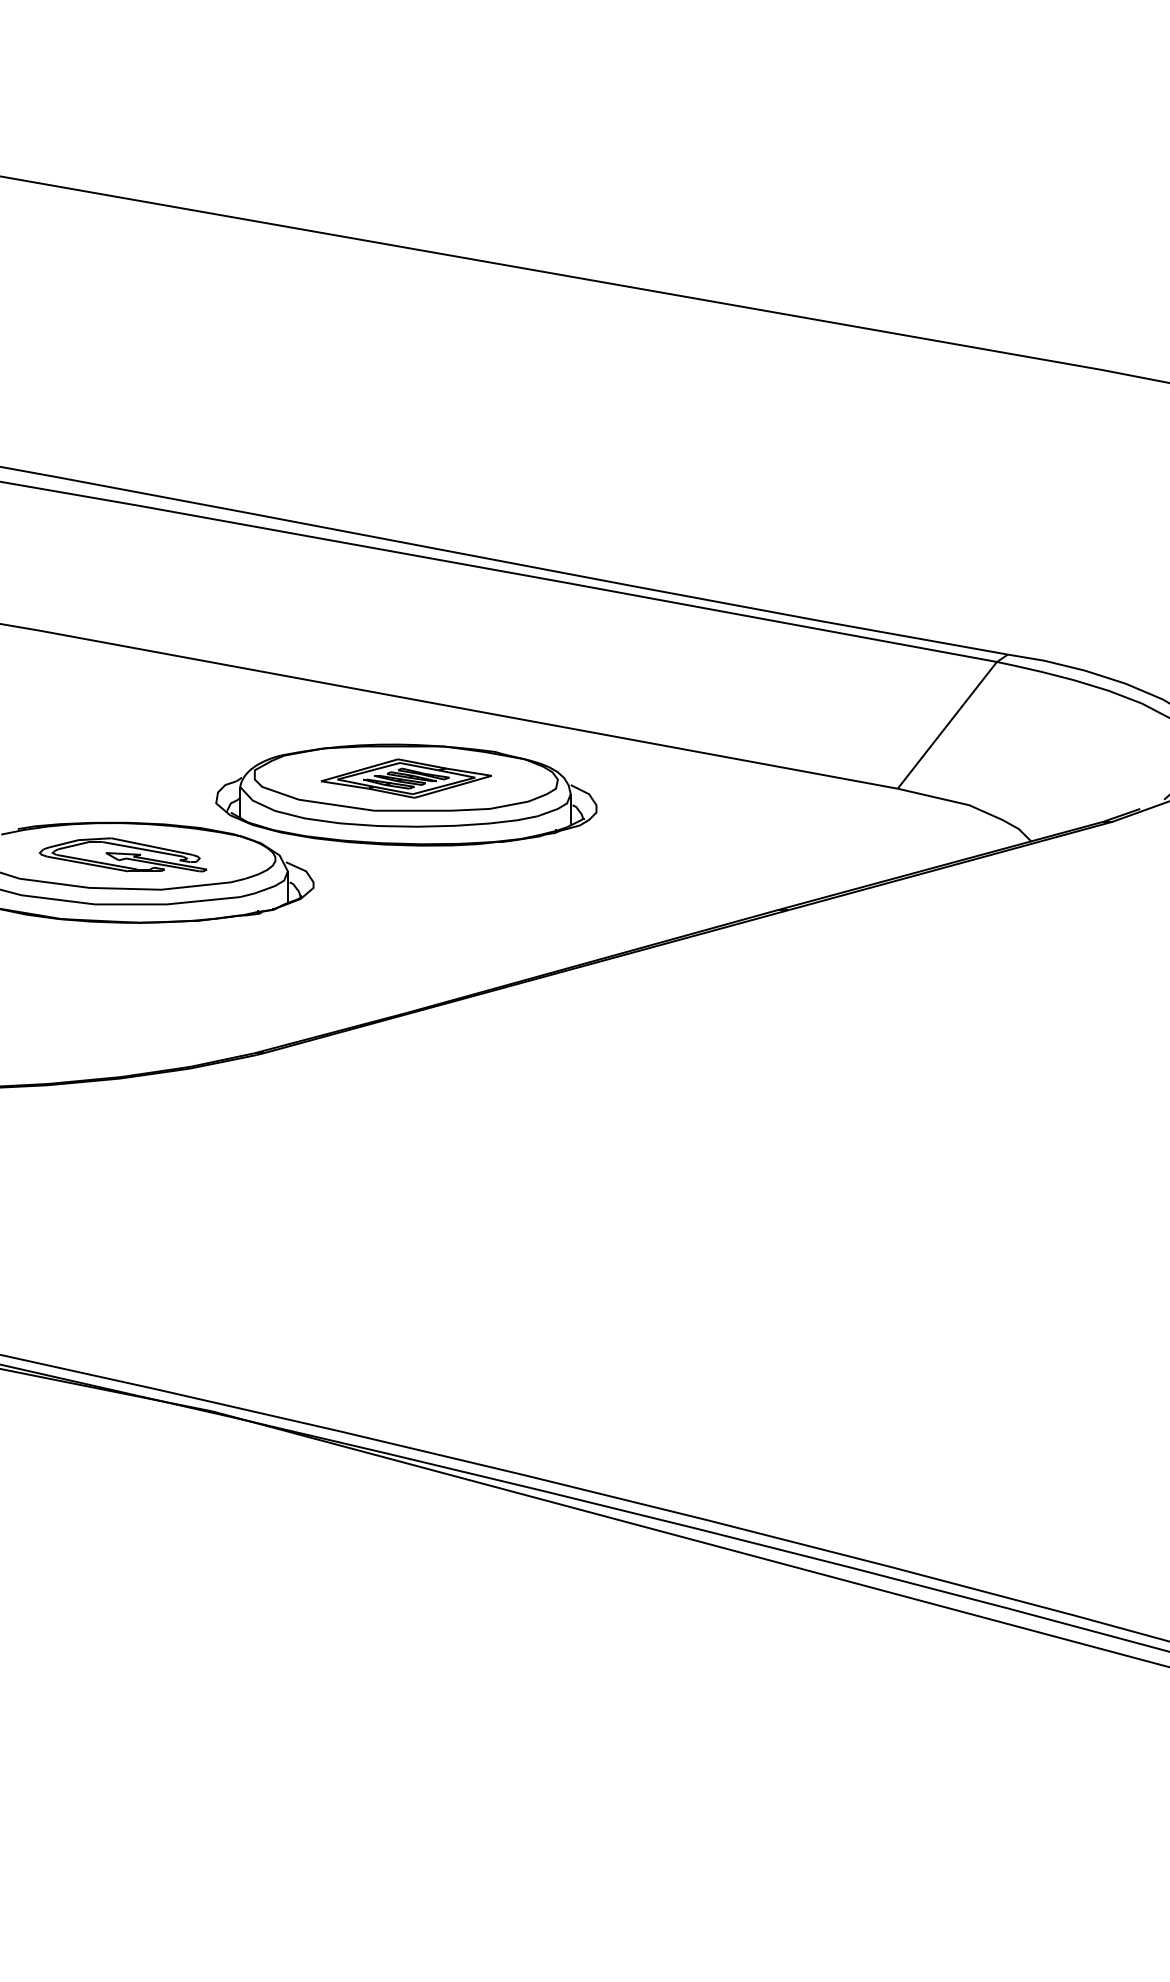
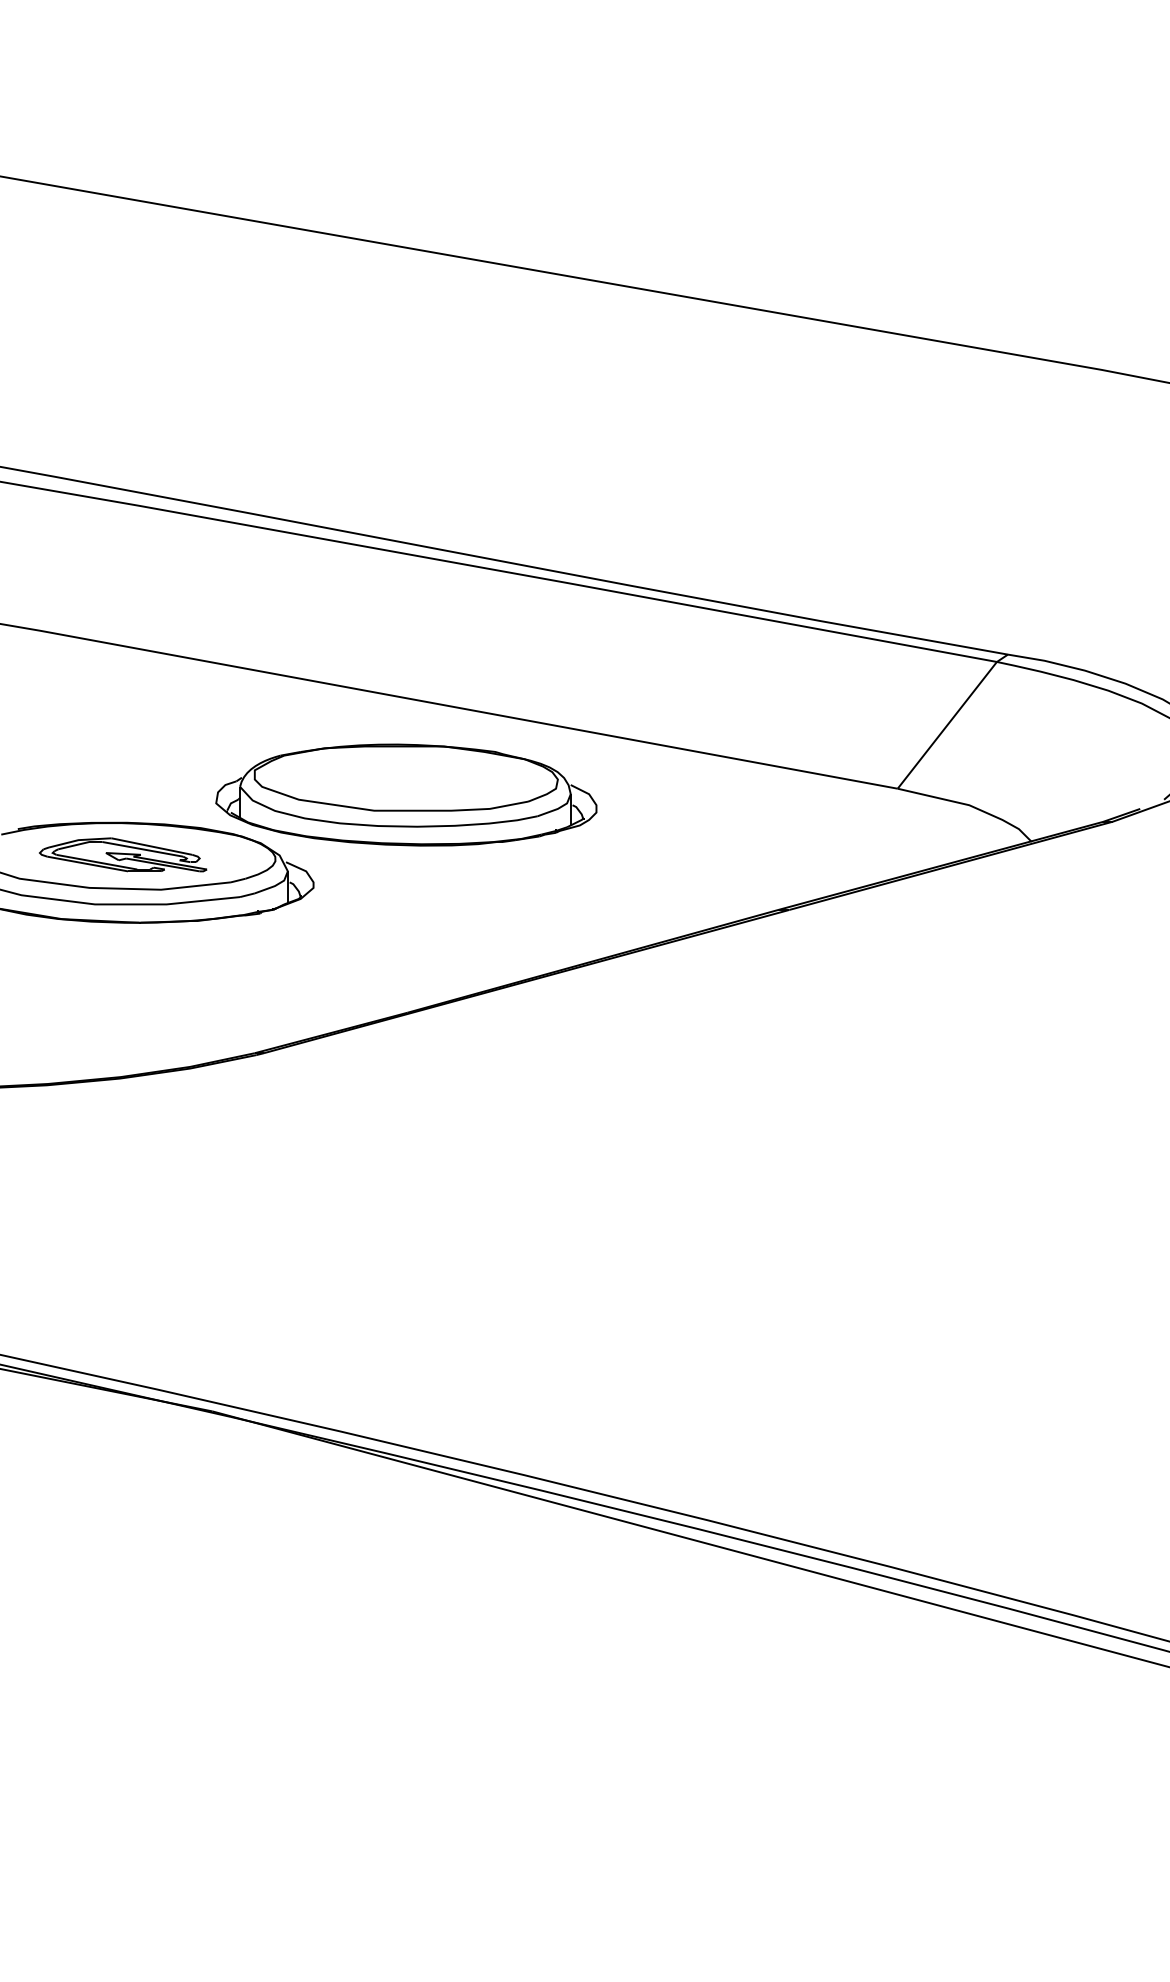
part at (405, 778): present -> none
